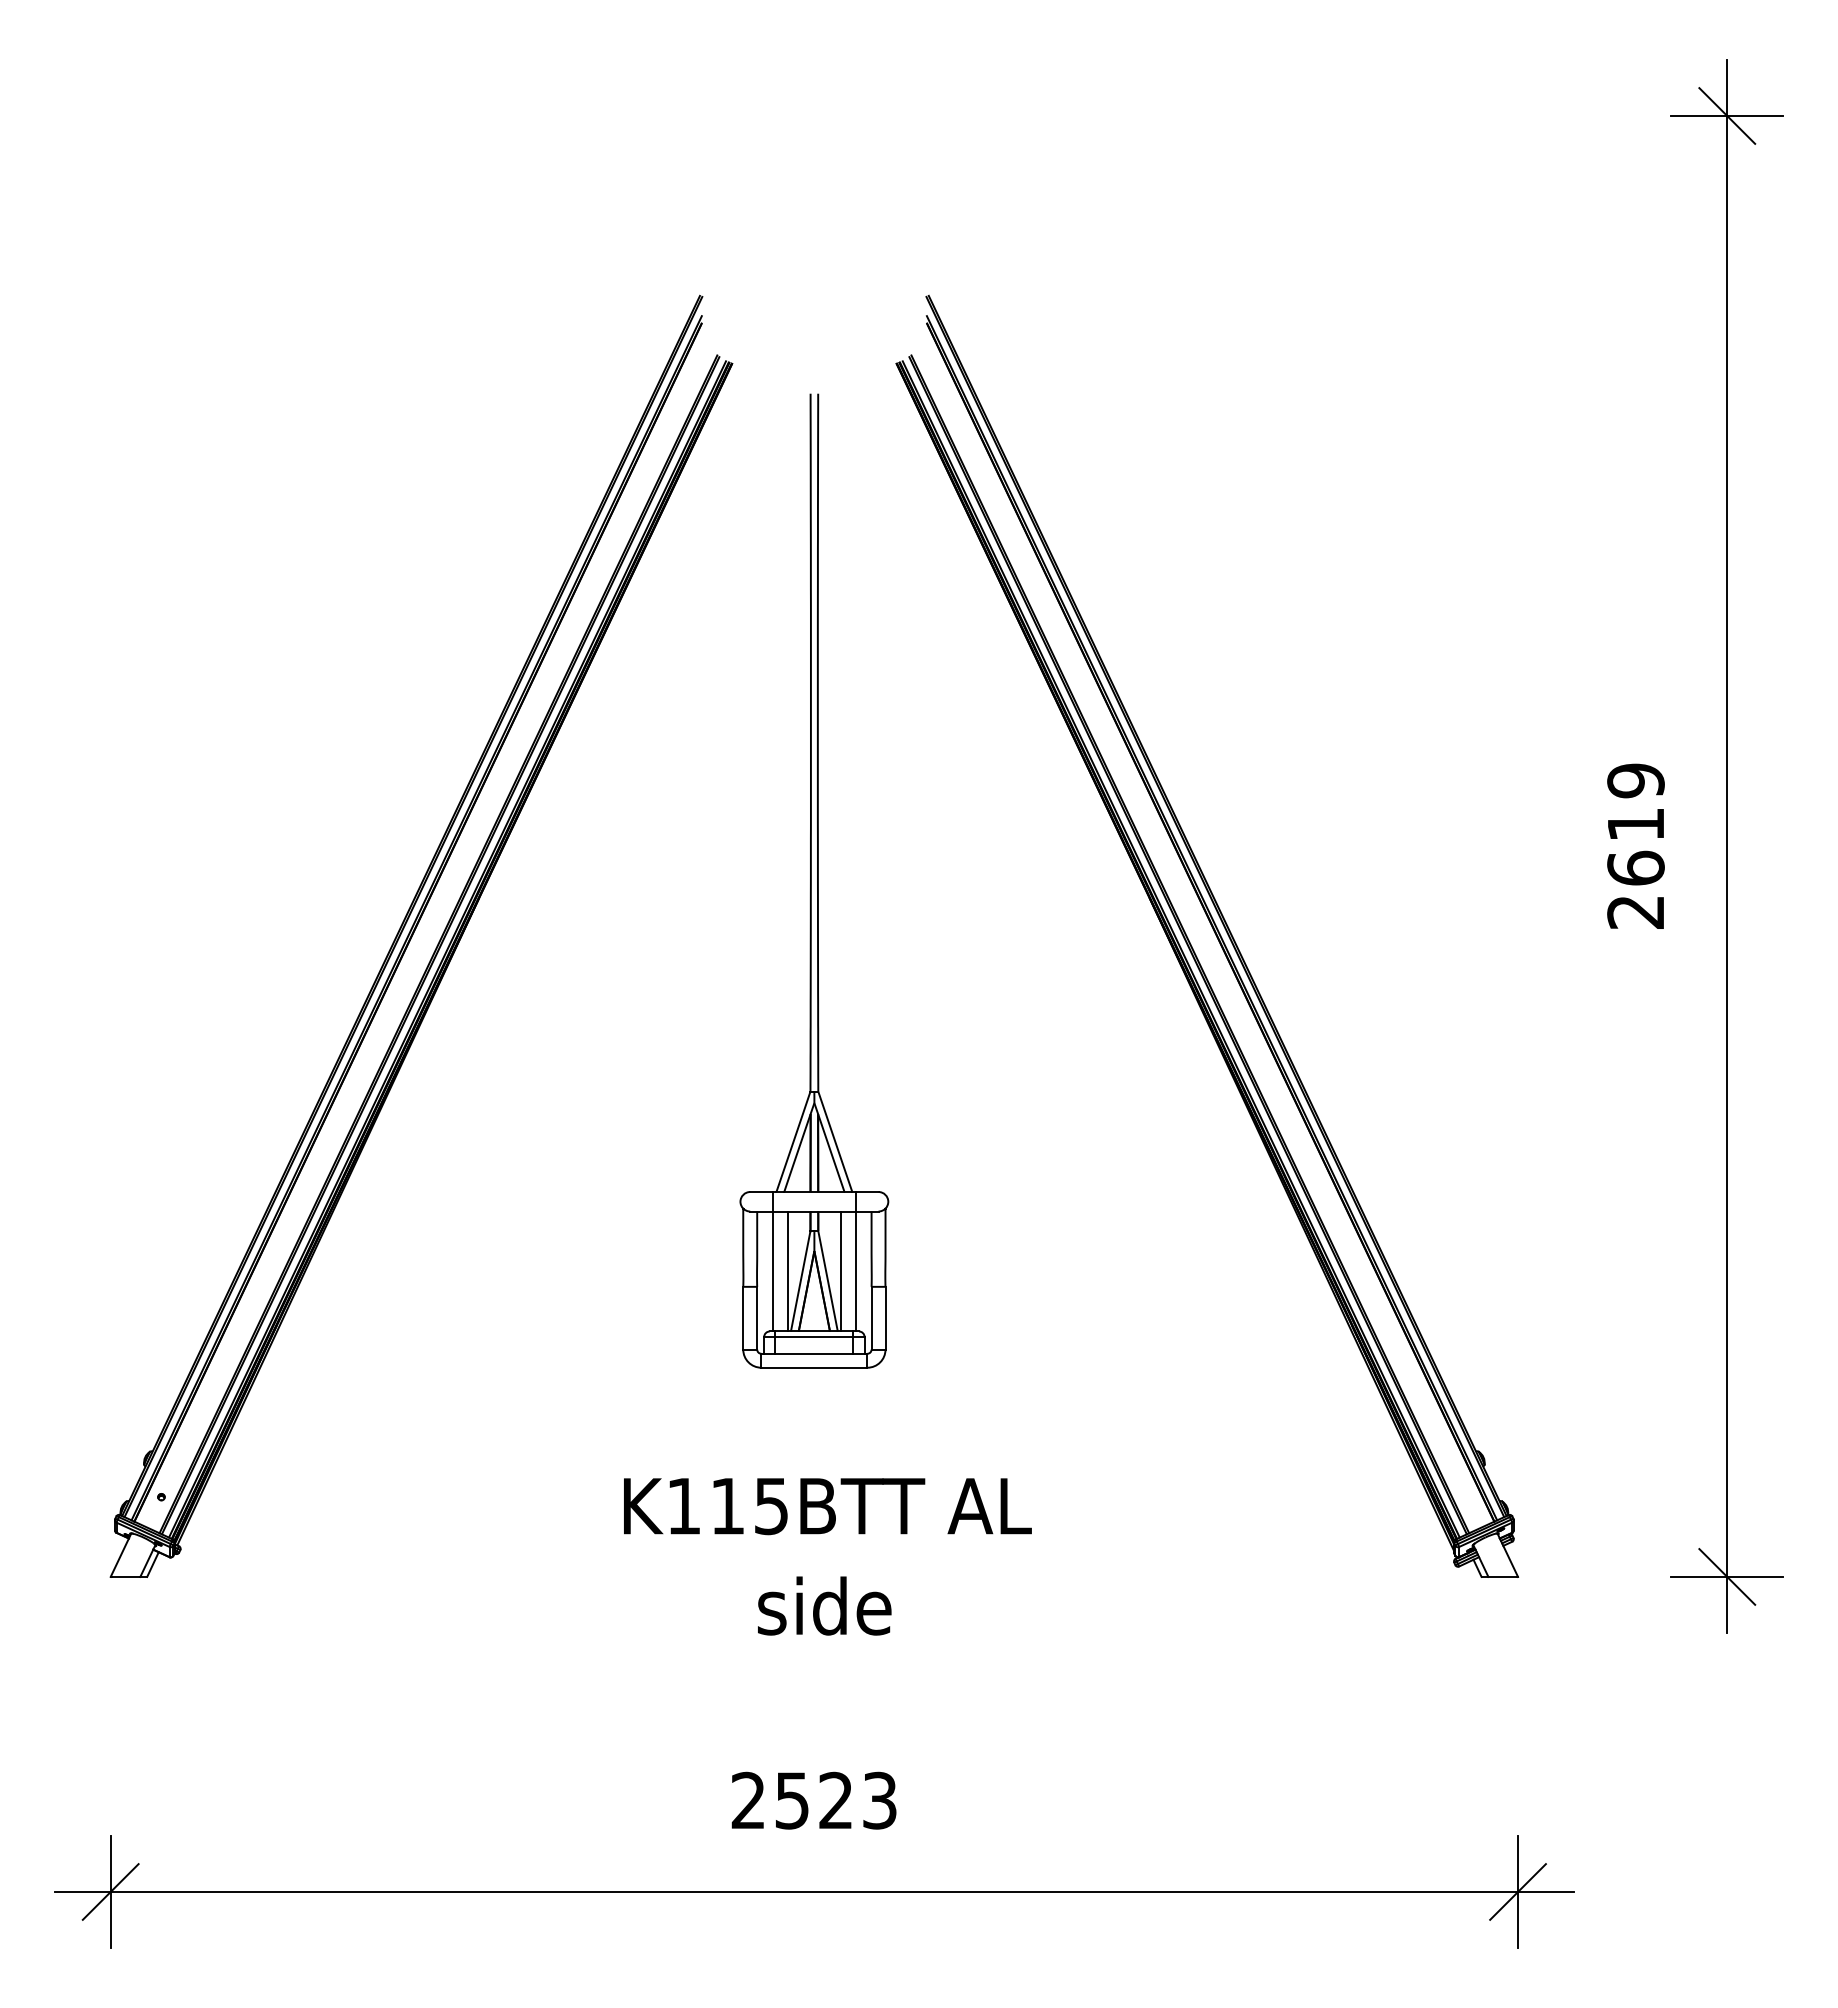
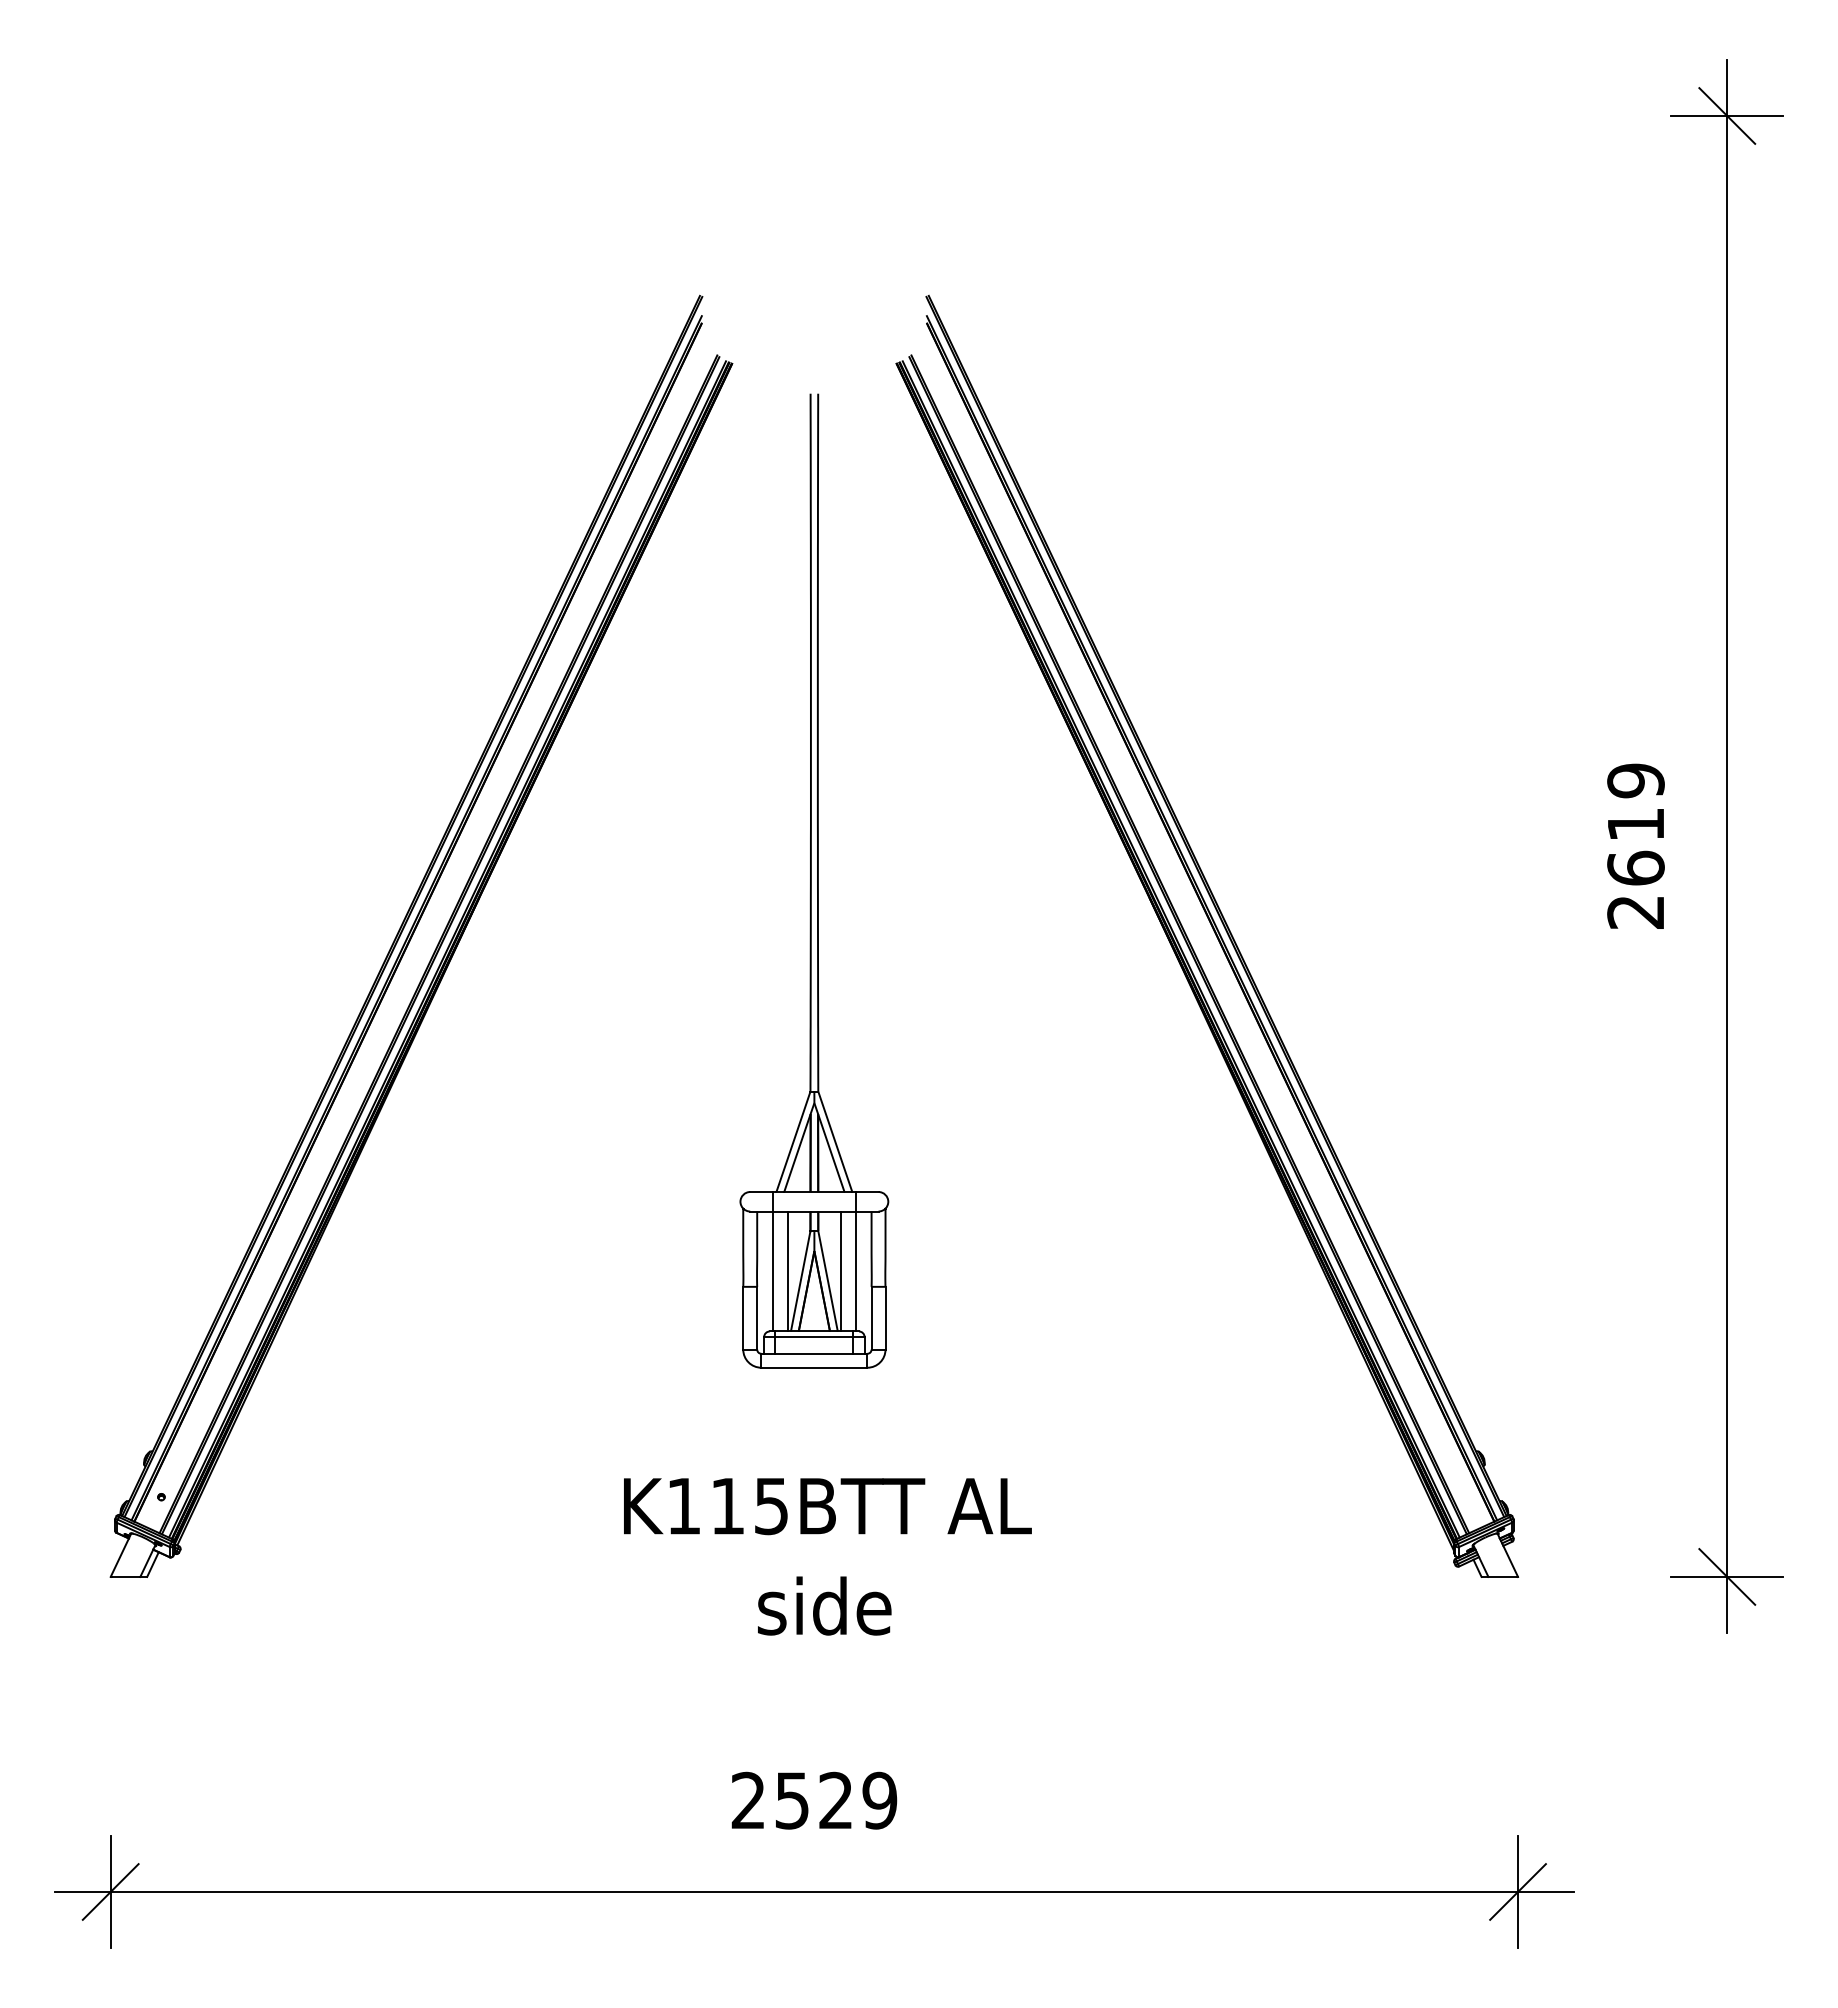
text at (879, 1800): 2523 -> 2529
